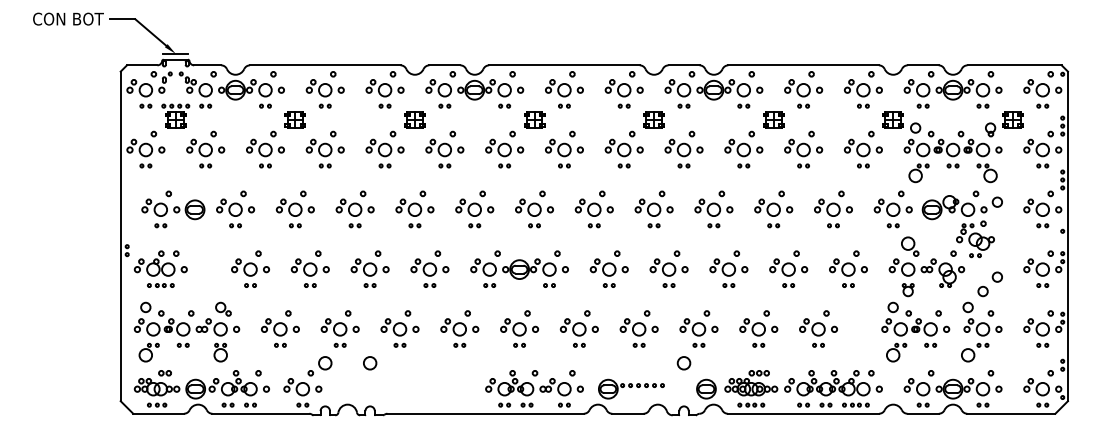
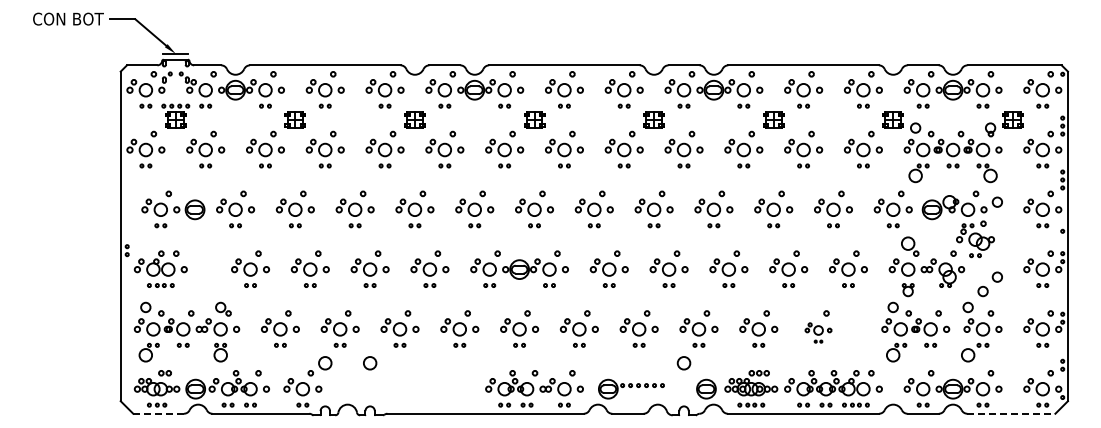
part at (818, 332) size: 39x30 px -> 29x22 px
line at (159, 413): solid -> dashed
line at (1011, 413): solid -> dashed
